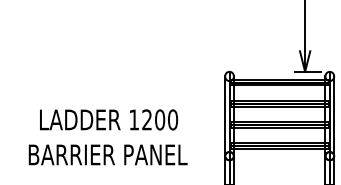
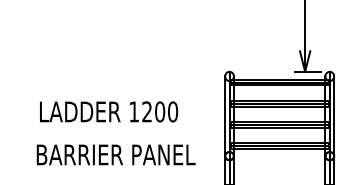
text at (109, 119) position: (109, 119) -> (109, 111)
text at (107, 154) position: (107, 154) -> (115, 154)
